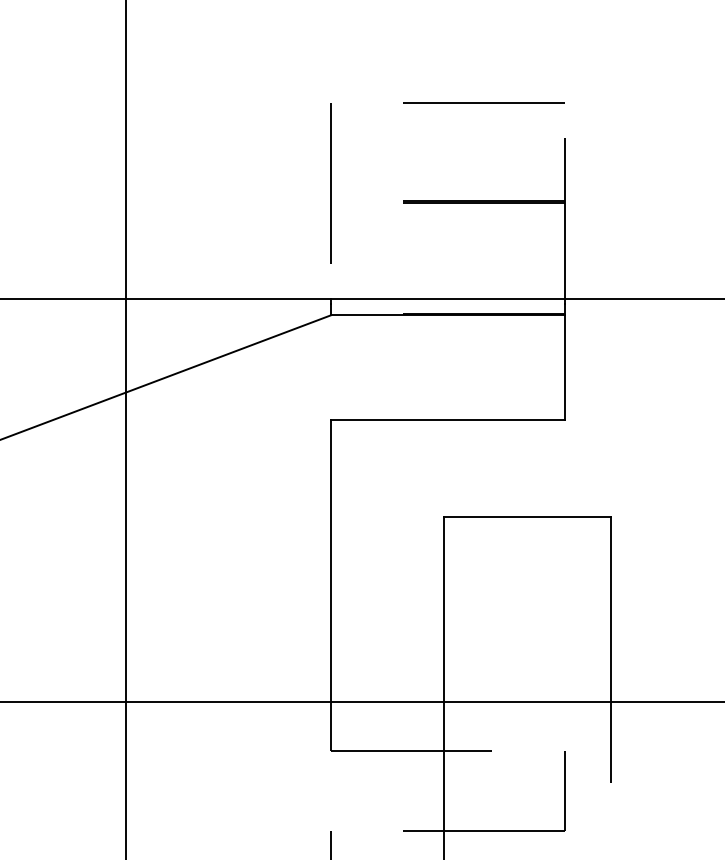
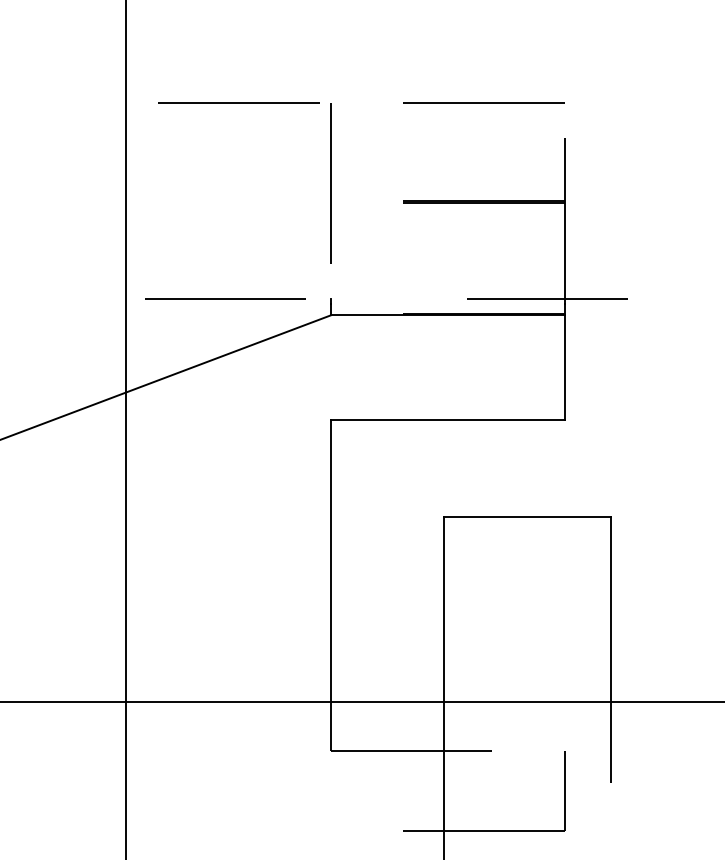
line at (238, 102): none -> present
line at (362, 299): solid -> dashed
line at (330, 843): present -> none
